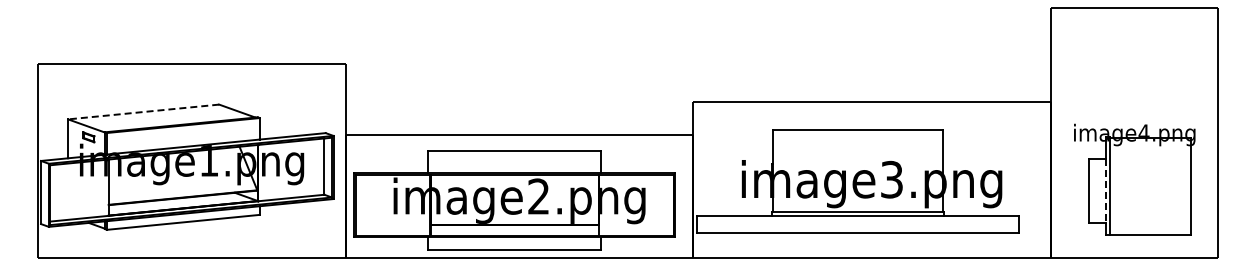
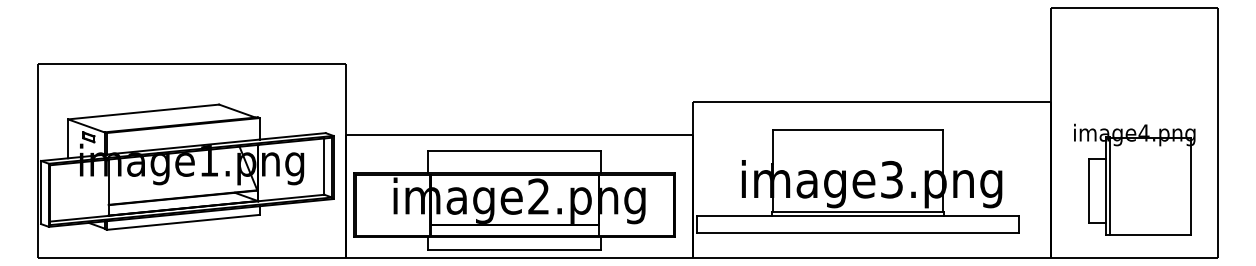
line at (143, 112): dashed -> solid
line at (1105, 191): dashed -> solid
